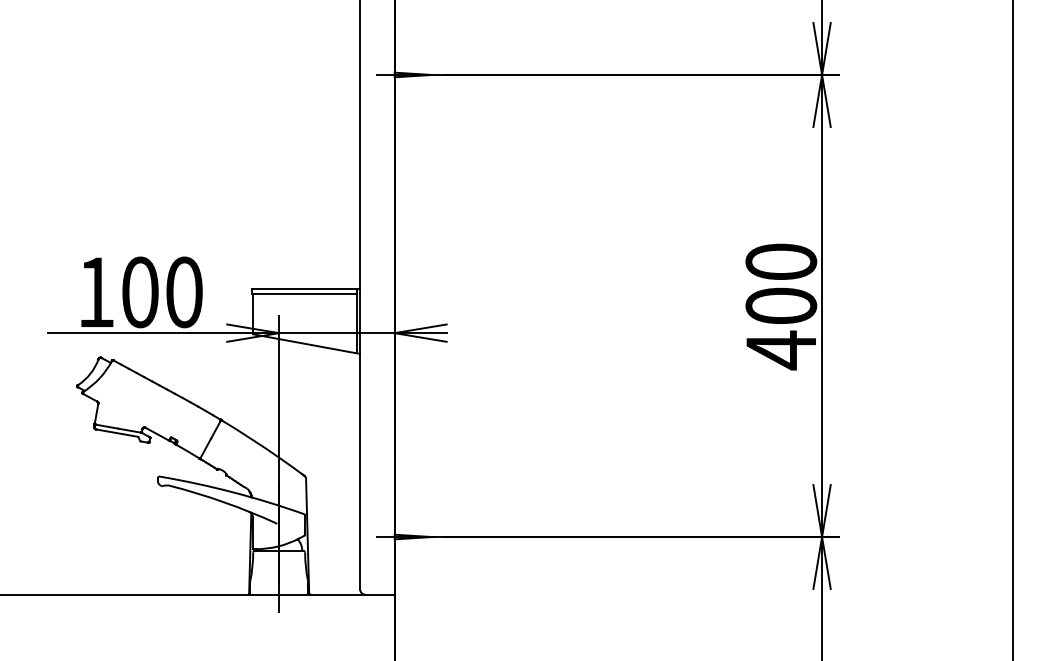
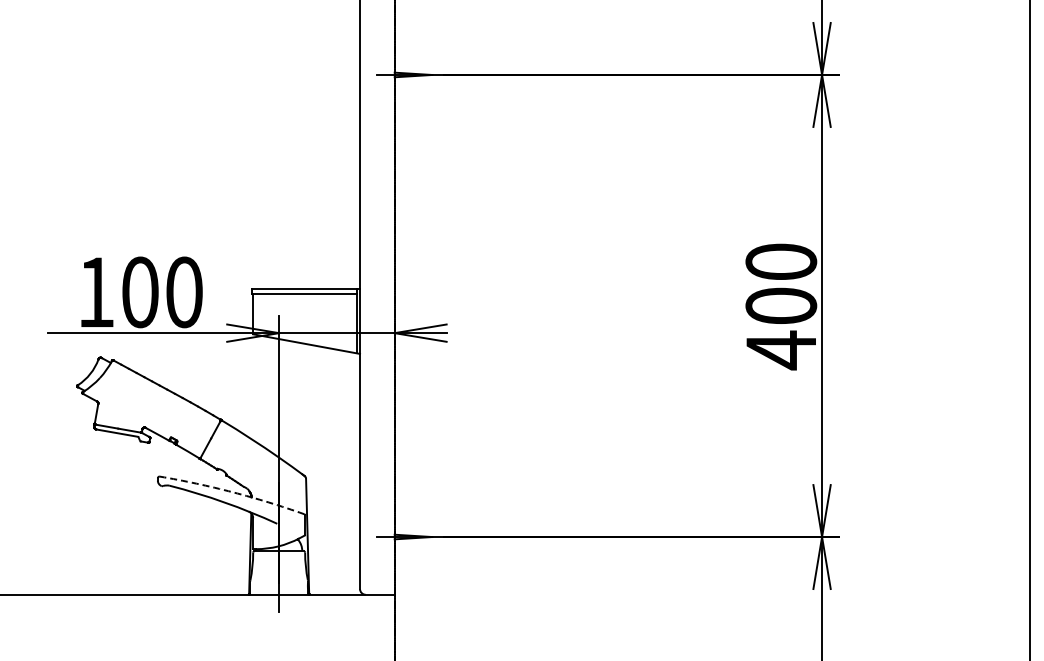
line at (1012, 329) position: (1012, 329) -> (1029, 329)
arc at (232, 492): solid -> dashed
